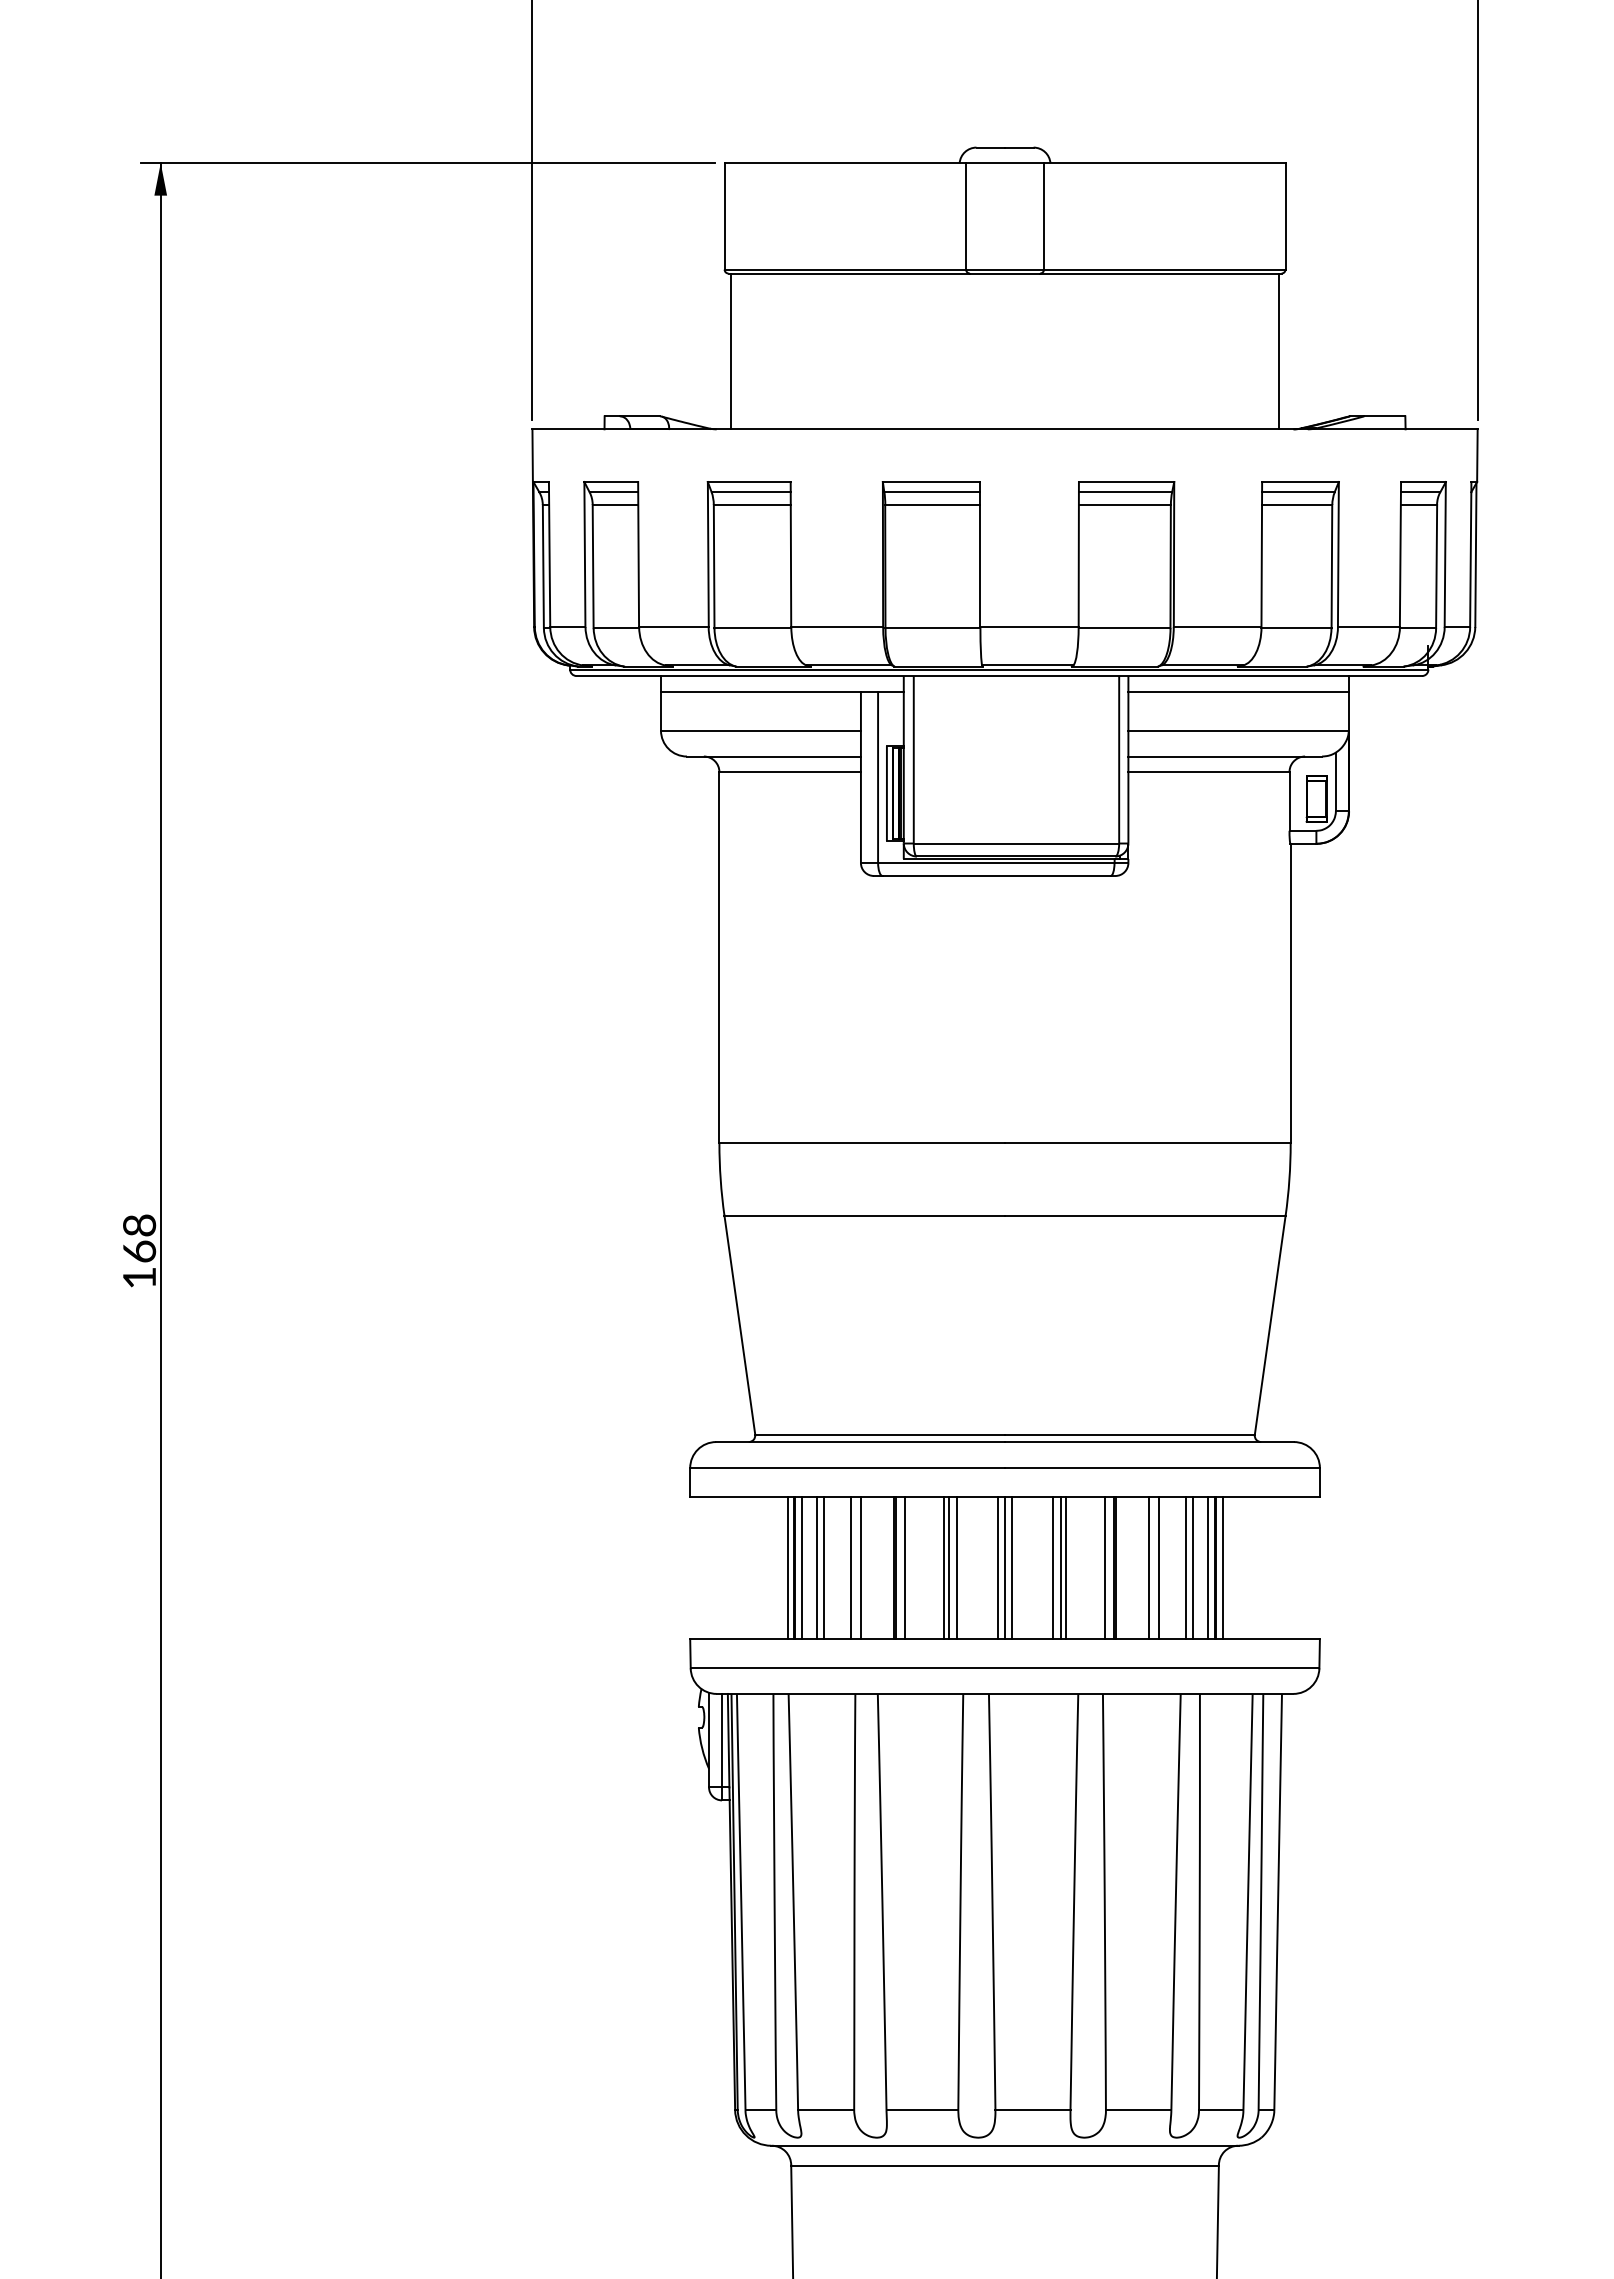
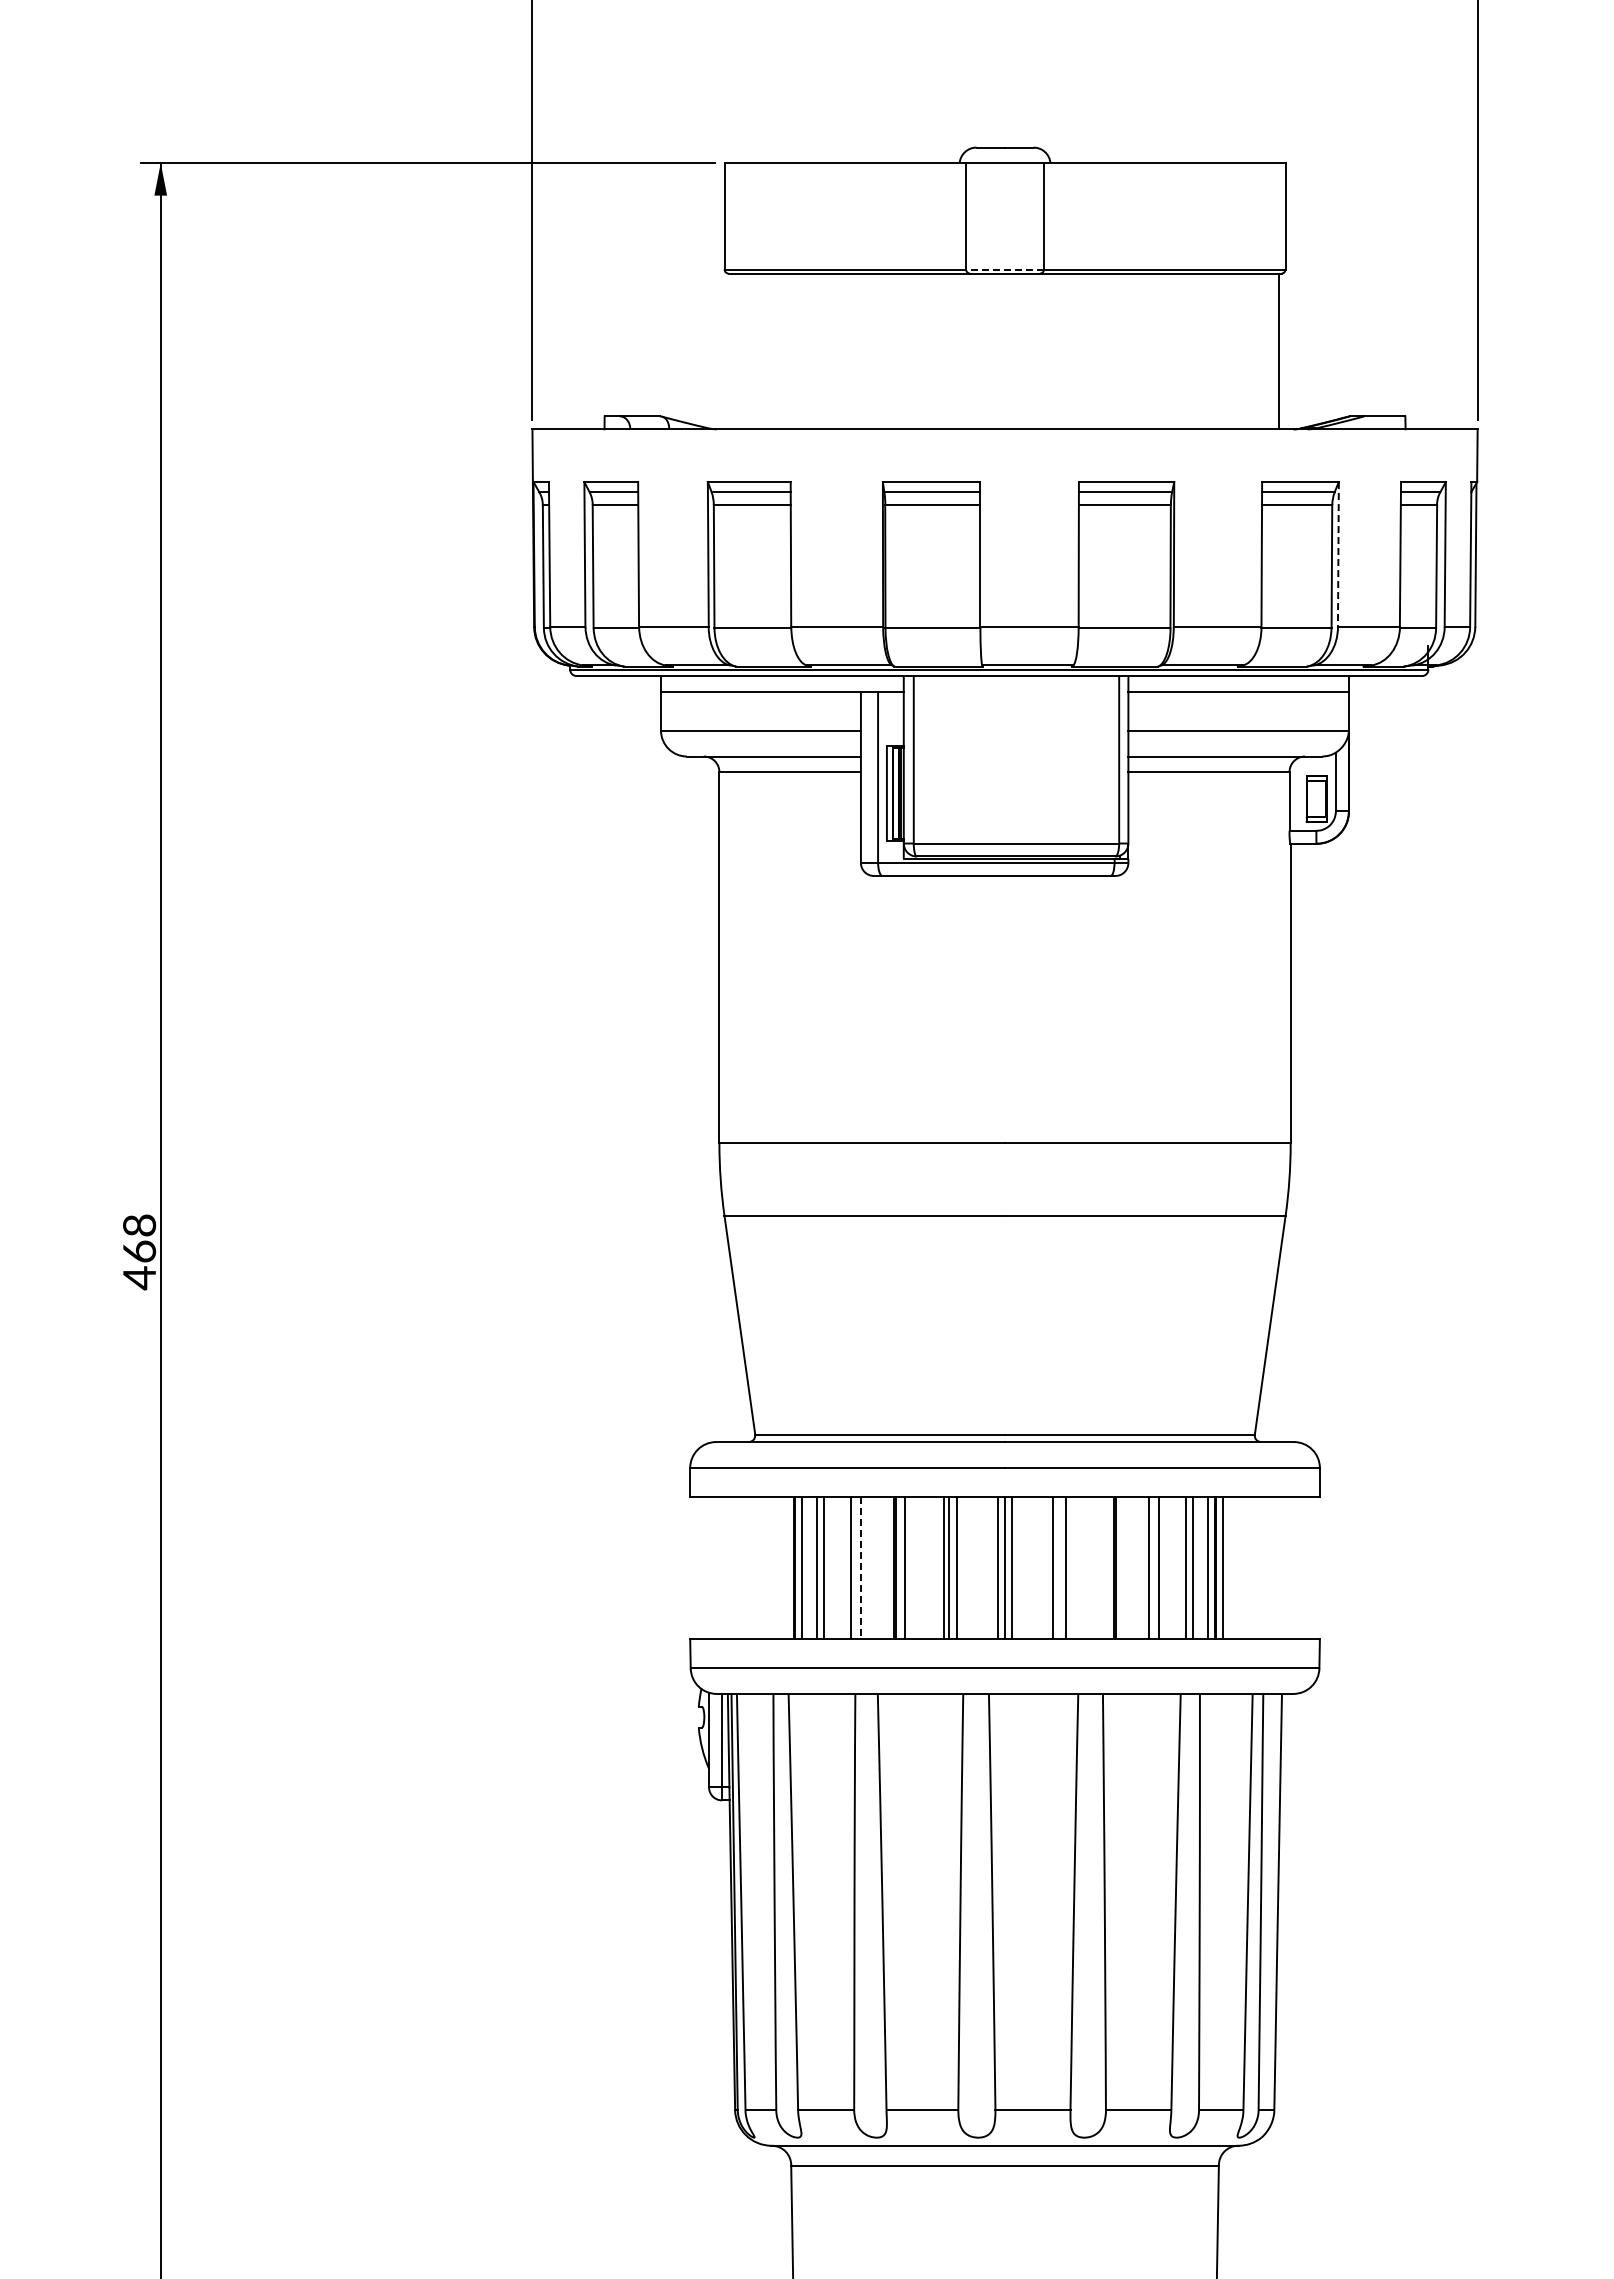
line at (1005, 269): solid -> dashed
line at (731, 351): present -> none
line at (1338, 554): solid -> dashed
text at (139, 1278): 168 -> 468
line at (787, 1567): present -> none
line at (1061, 1567): present -> none
line at (1104, 1567): present -> none
line at (860, 1568): solid -> dashed
